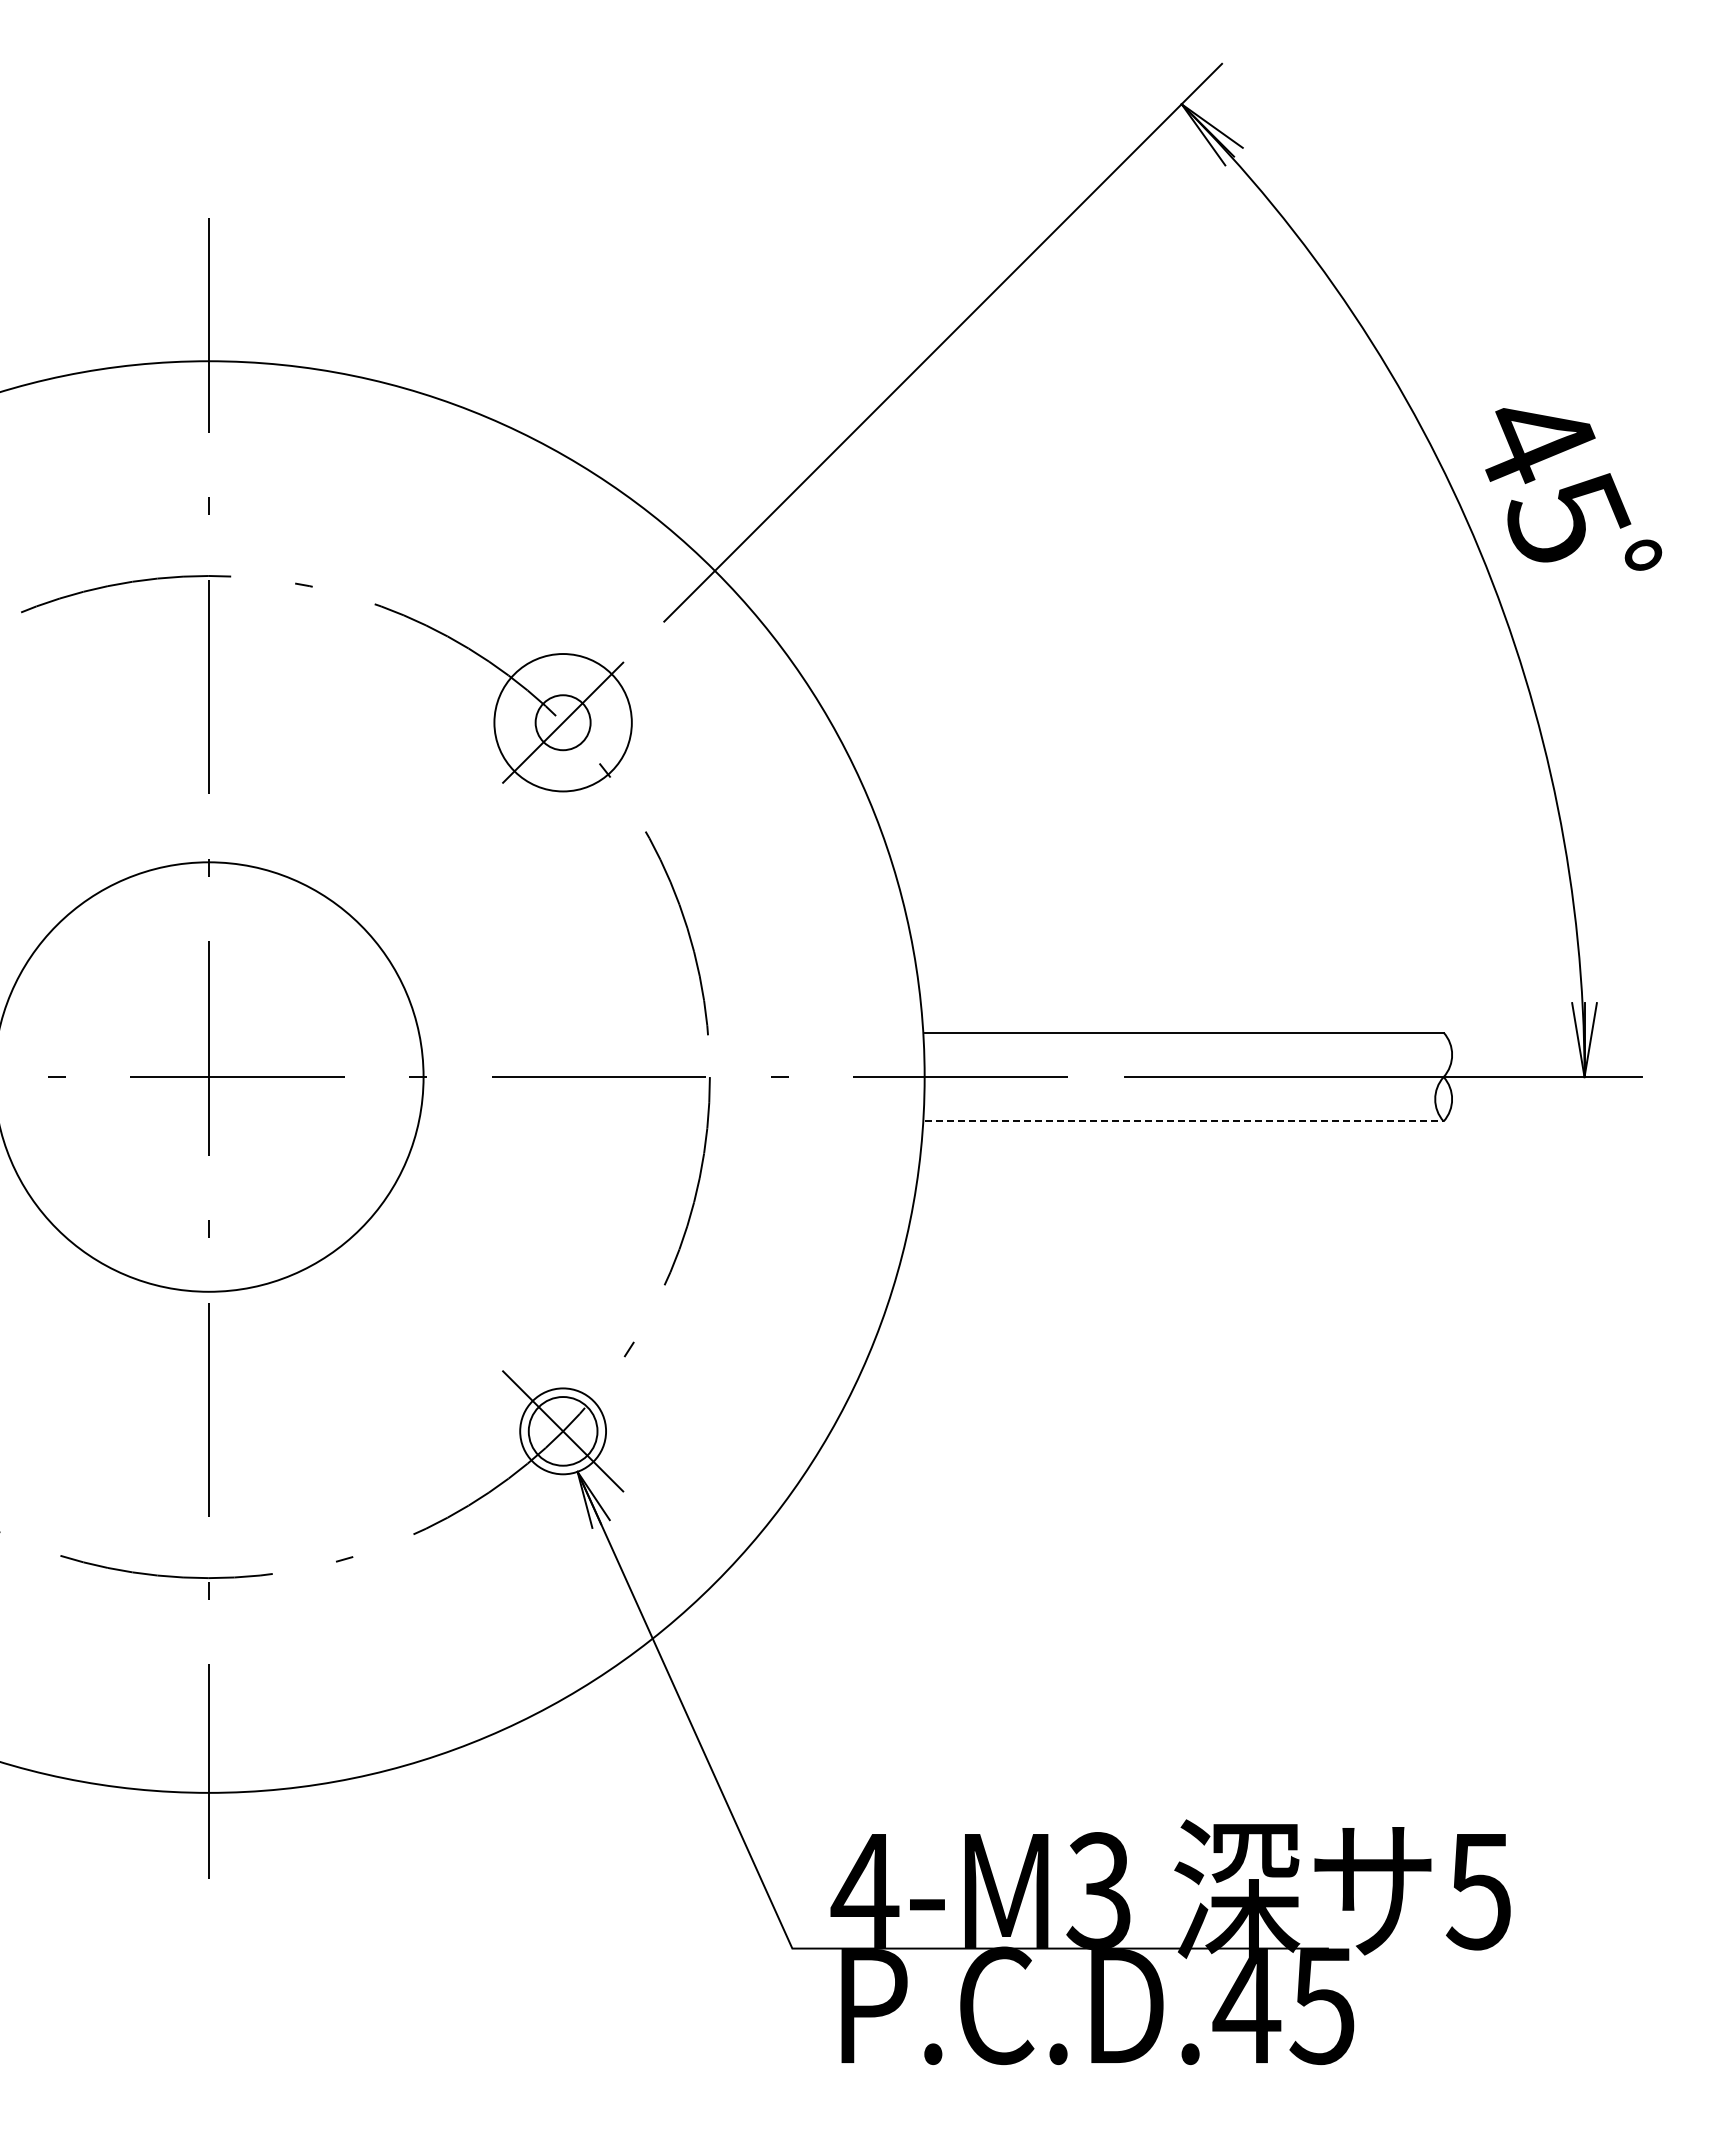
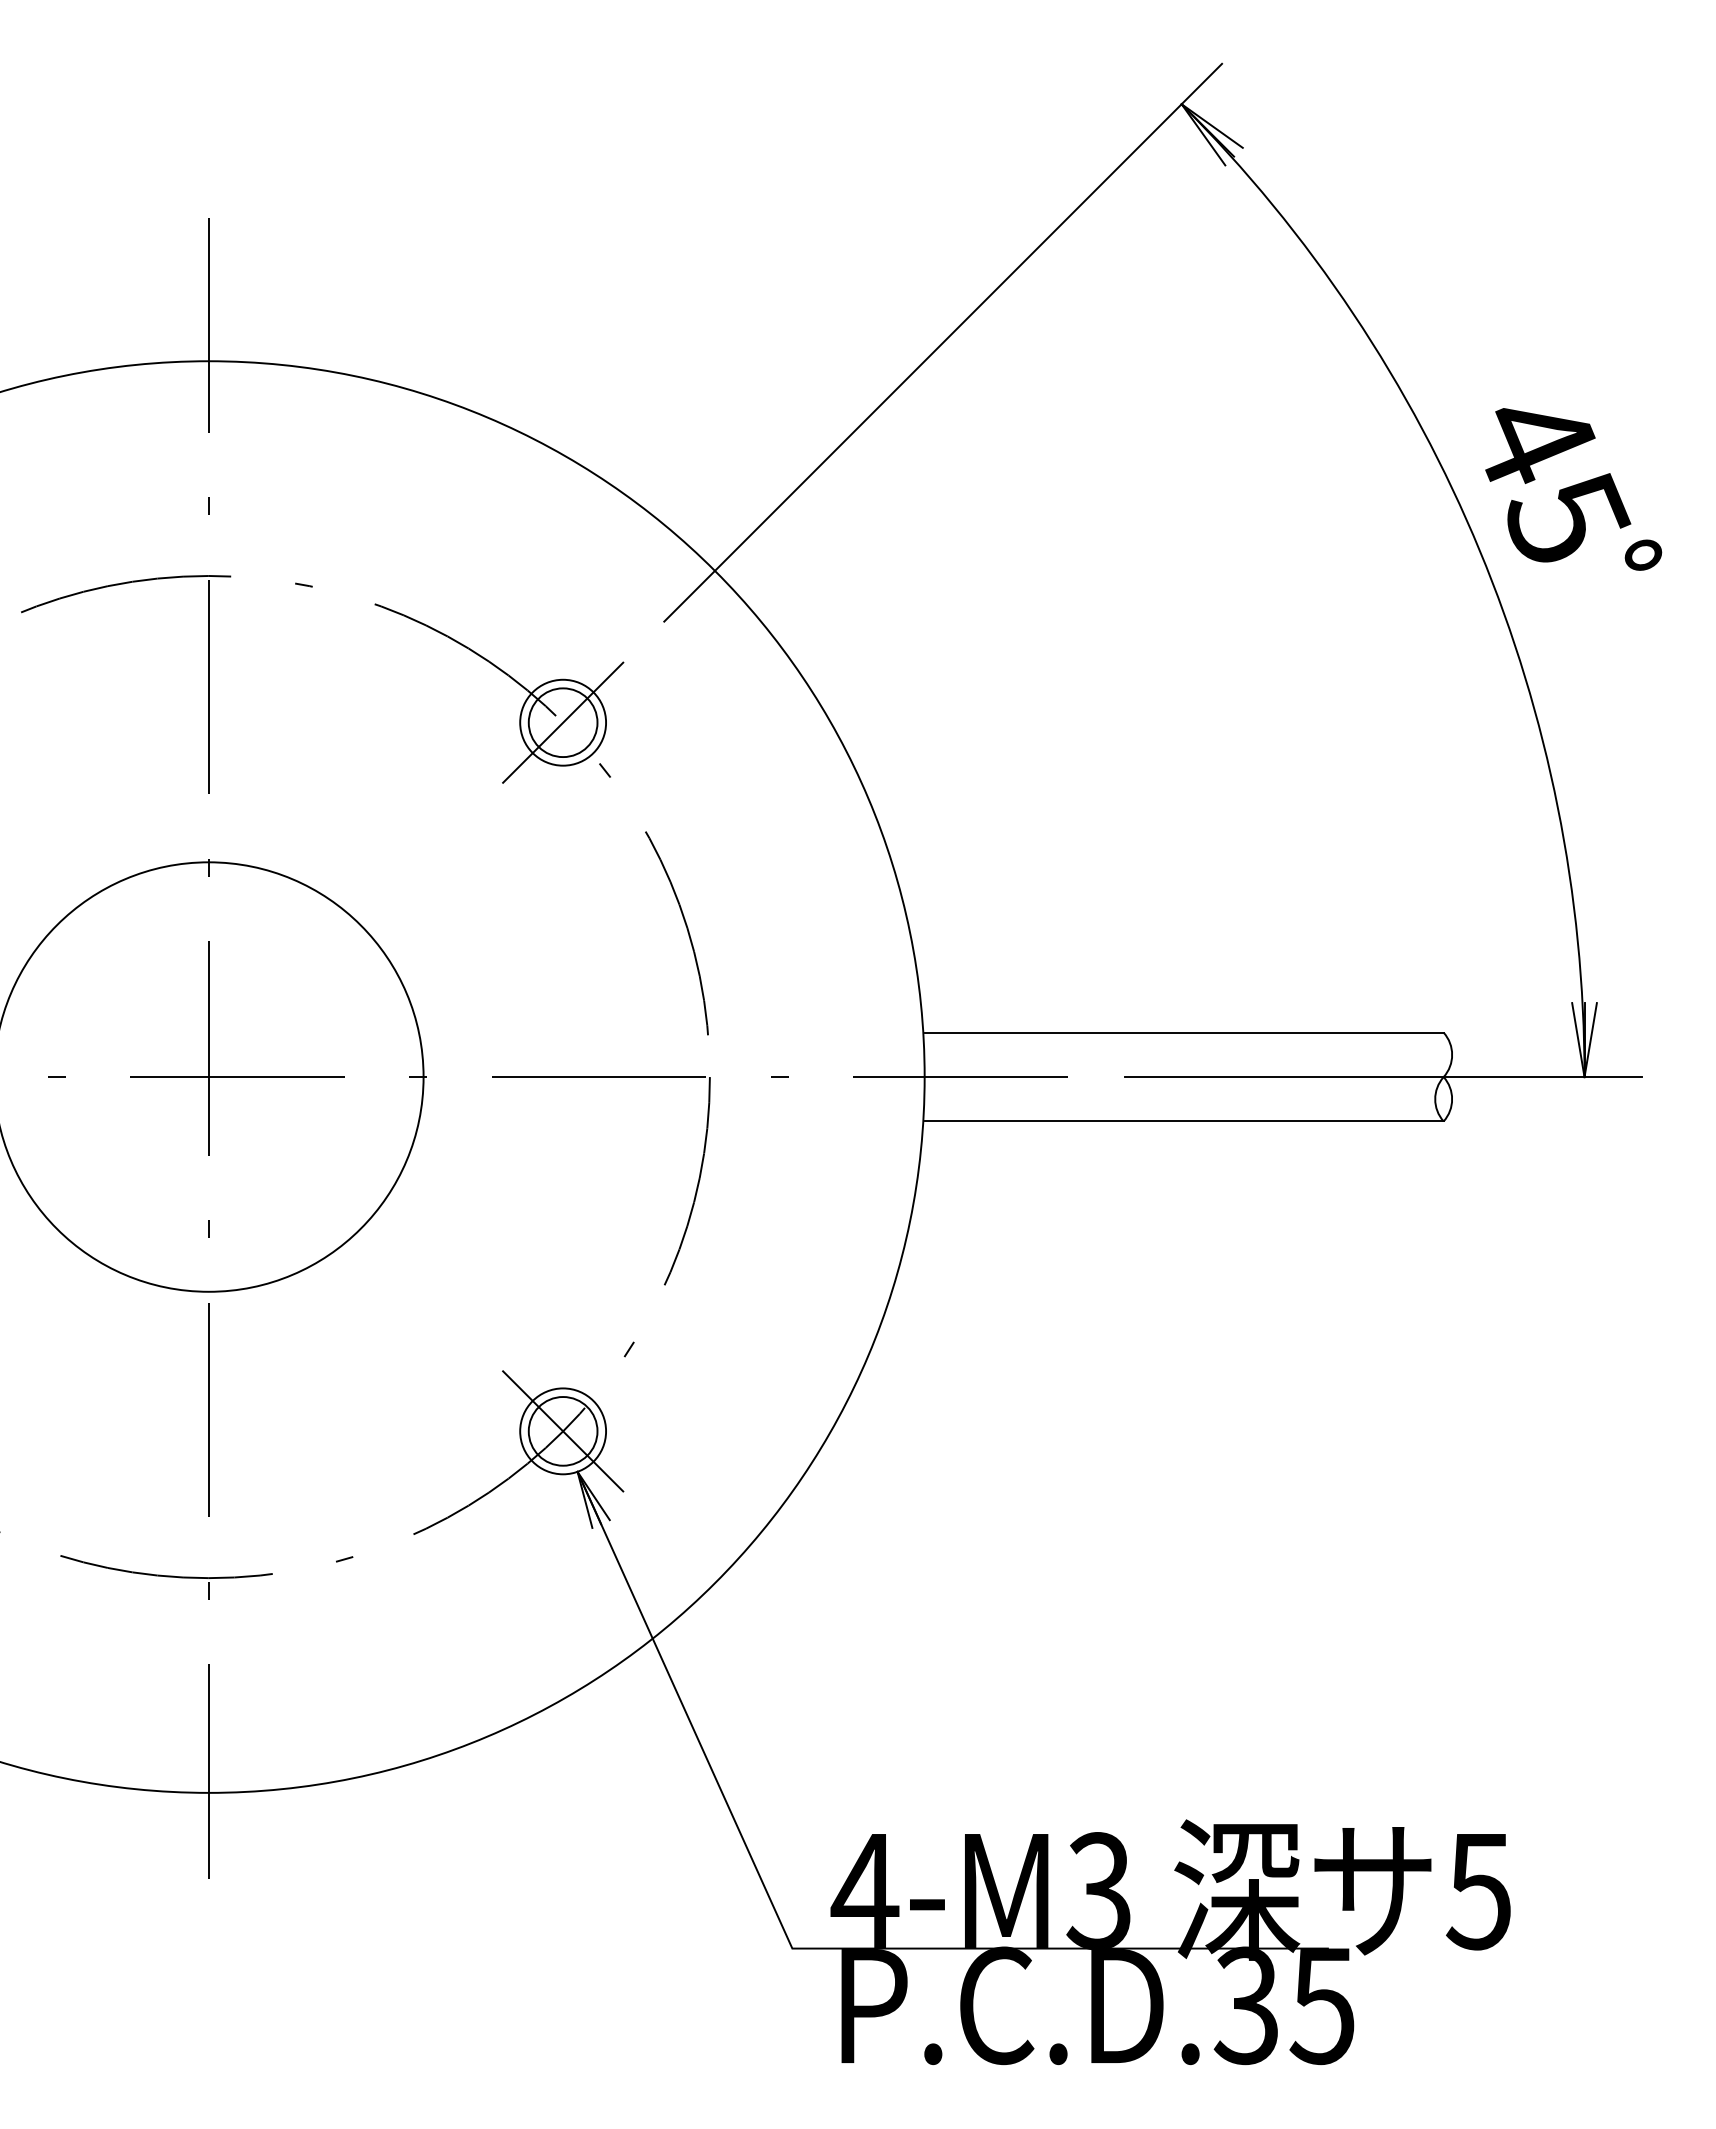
circle at (562, 722) diameter: 137 px -> 86 px
circle at (562, 722) diameter: 55 px -> 69 px
line at (1184, 1121): dashed -> solid
text at (1246, 2005): P.C.D.45 -> P.C.D.35
